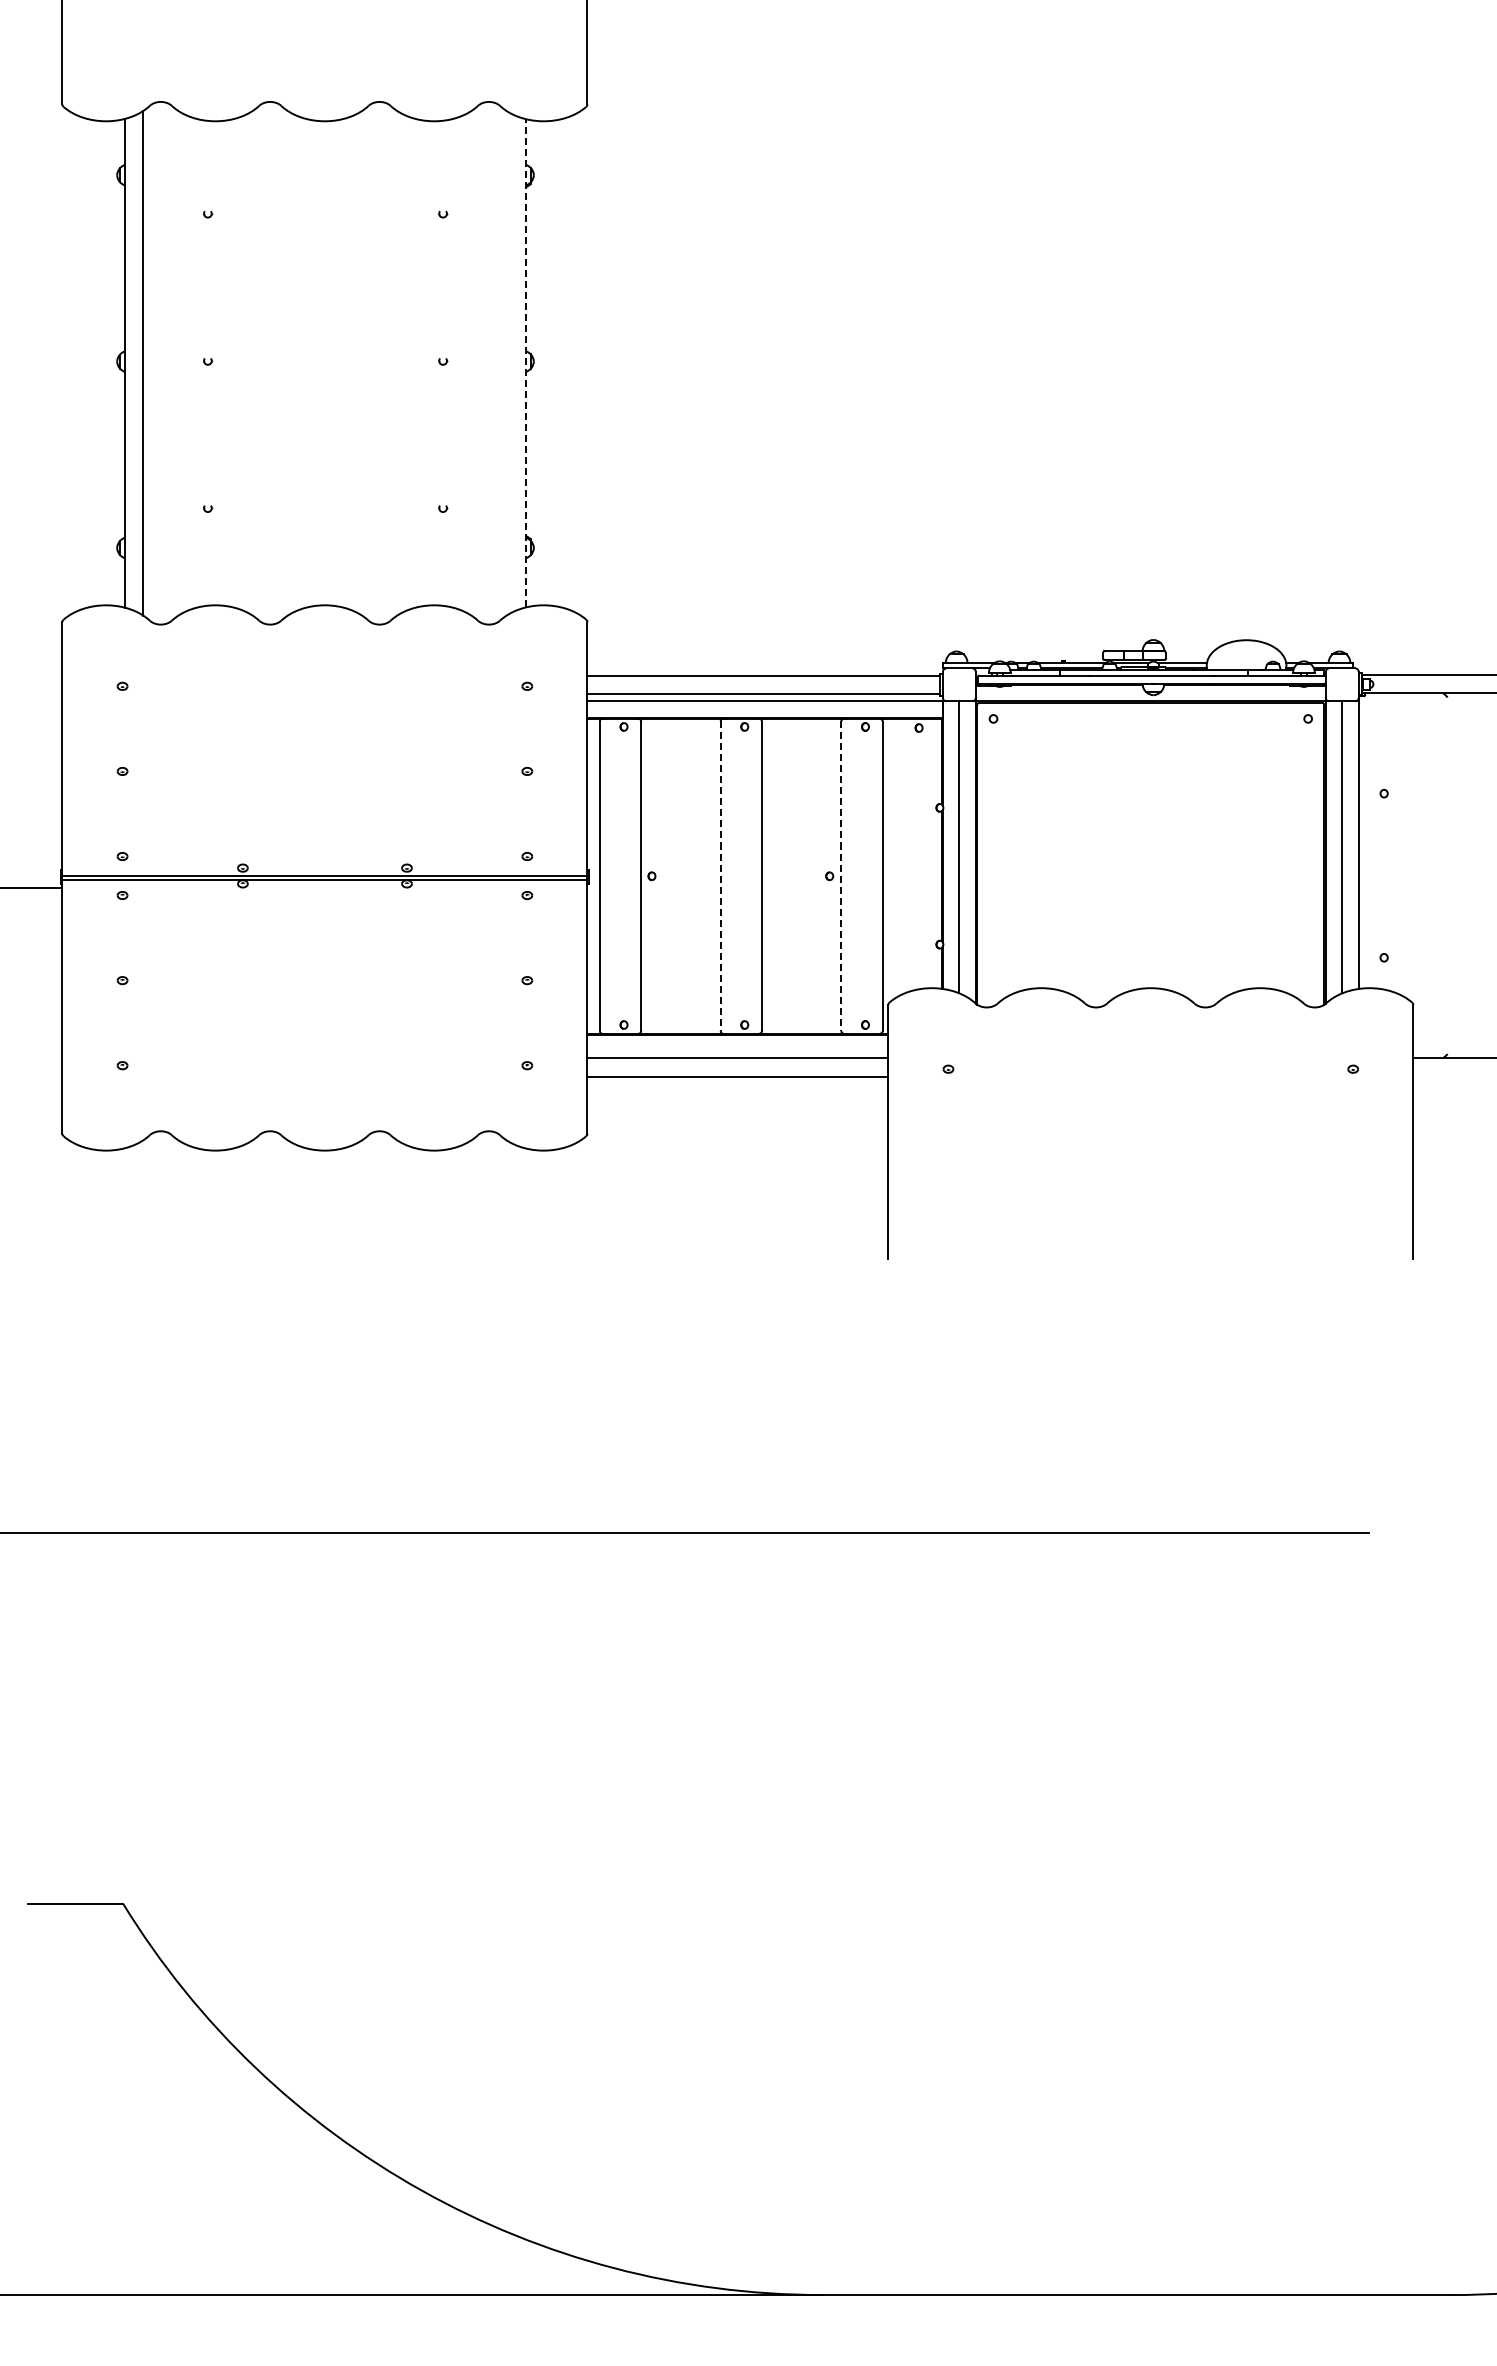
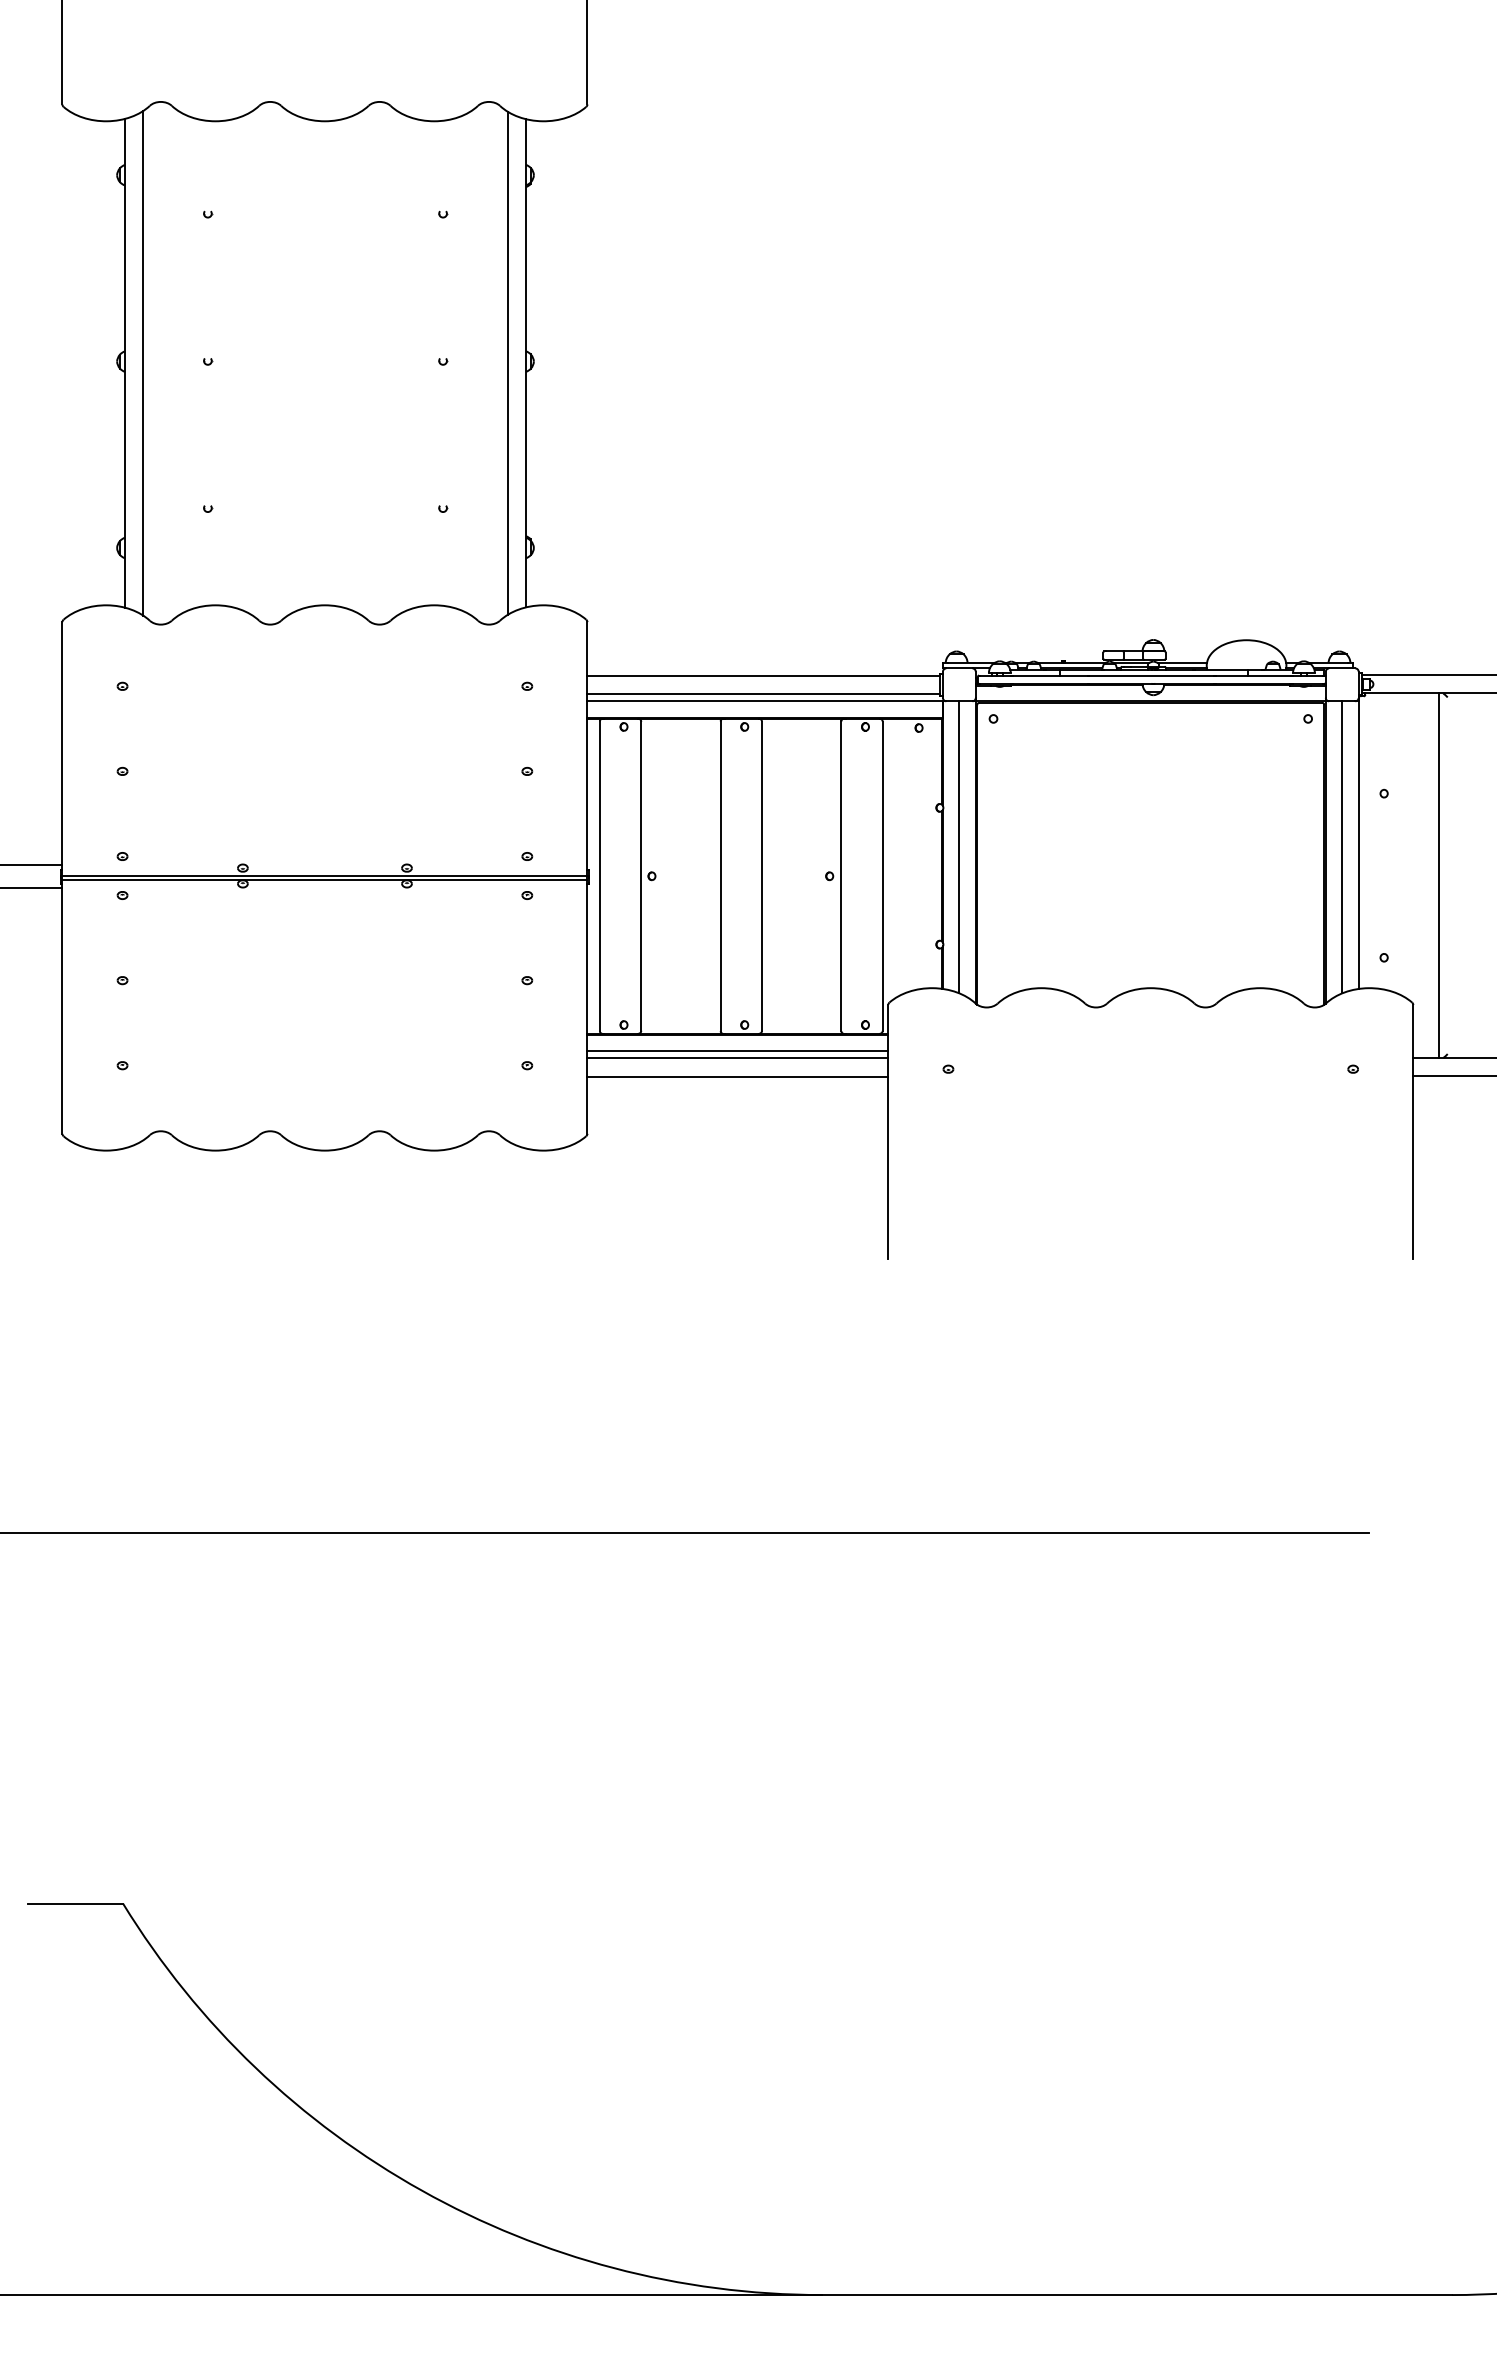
line at (507, 362): none -> present
line at (526, 362): dashed -> solid
line at (32, 864): none -> present
line at (1439, 875): none -> present
line at (720, 876): dashed -> solid
line at (841, 876): dashed -> solid
line at (737, 1051): none -> present
line at (1453, 1076): none -> present
